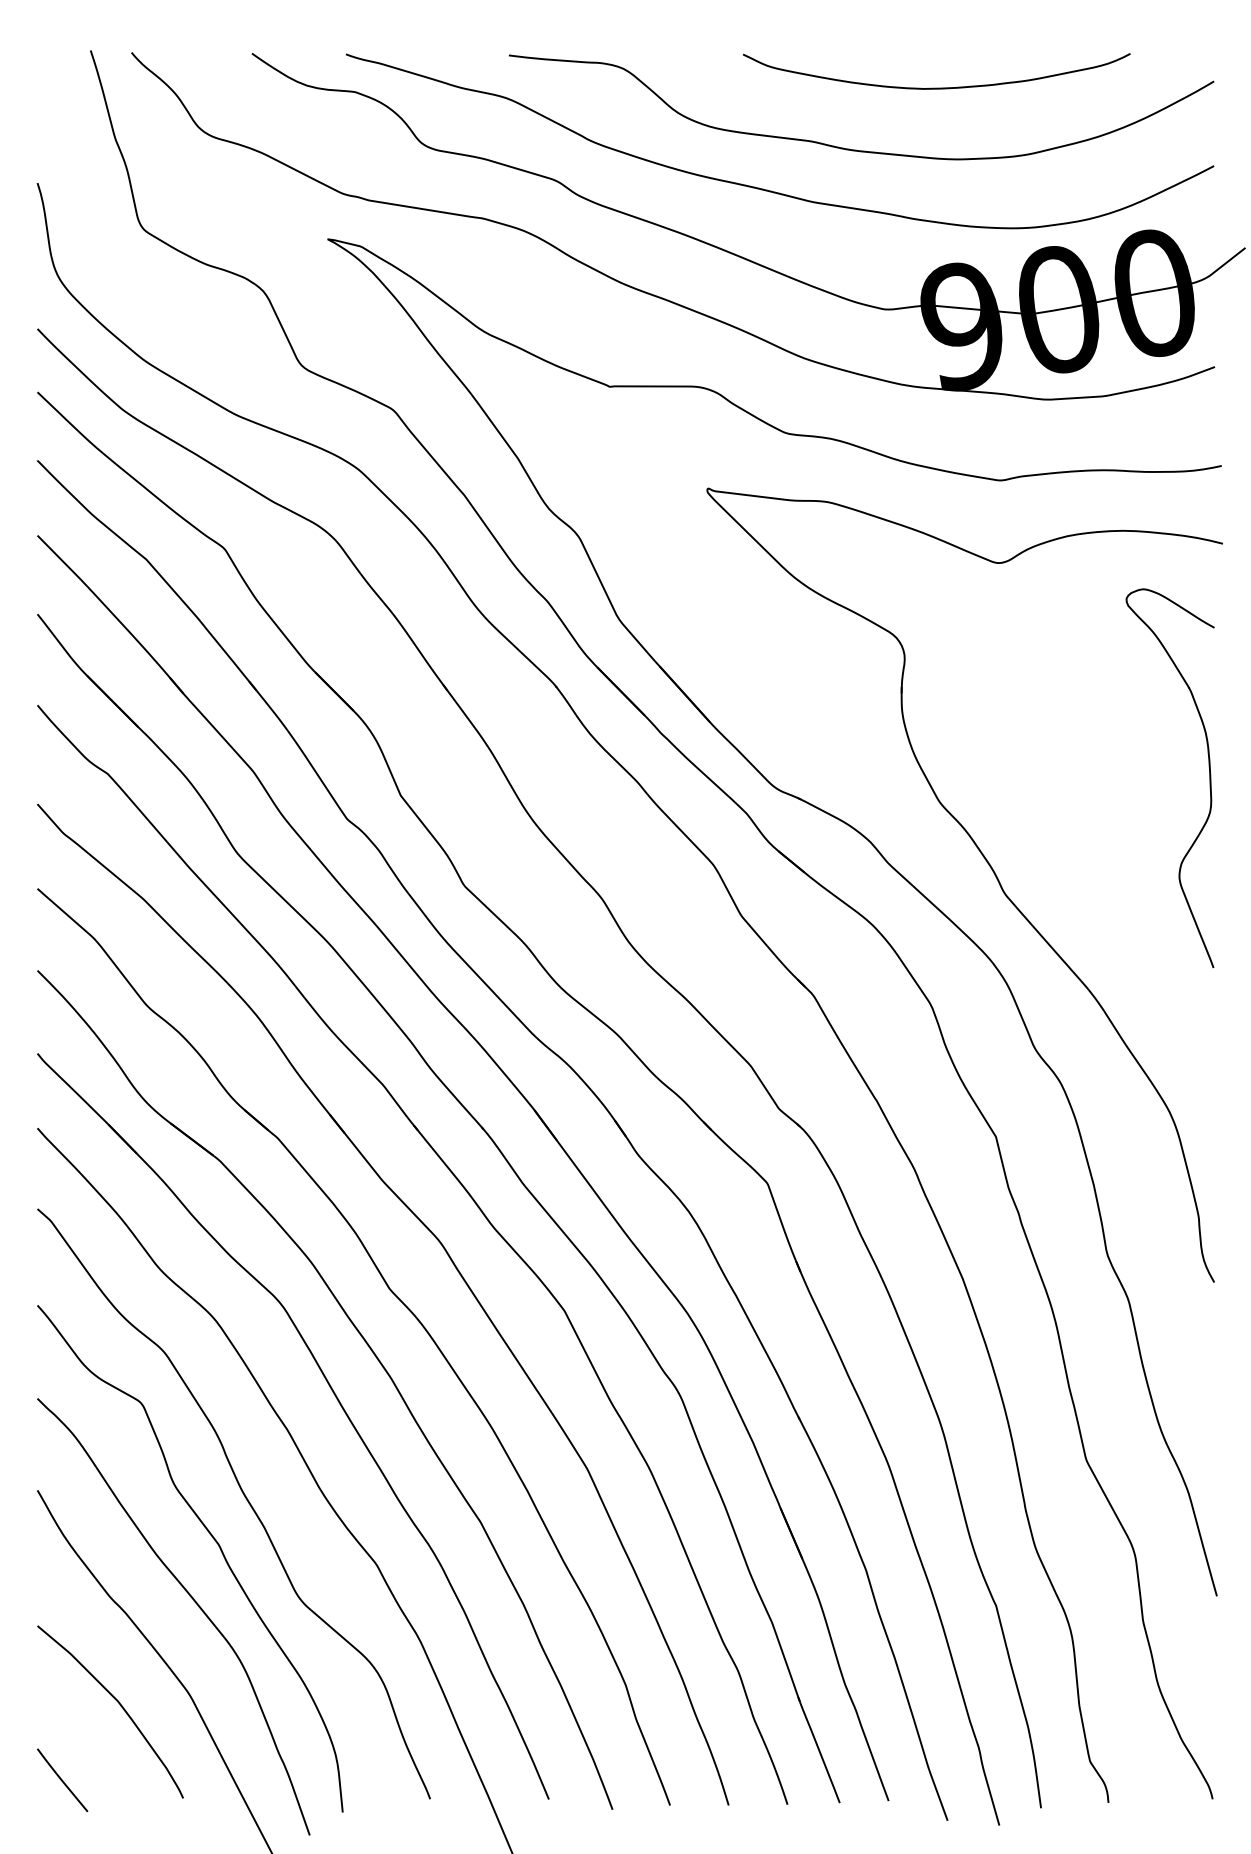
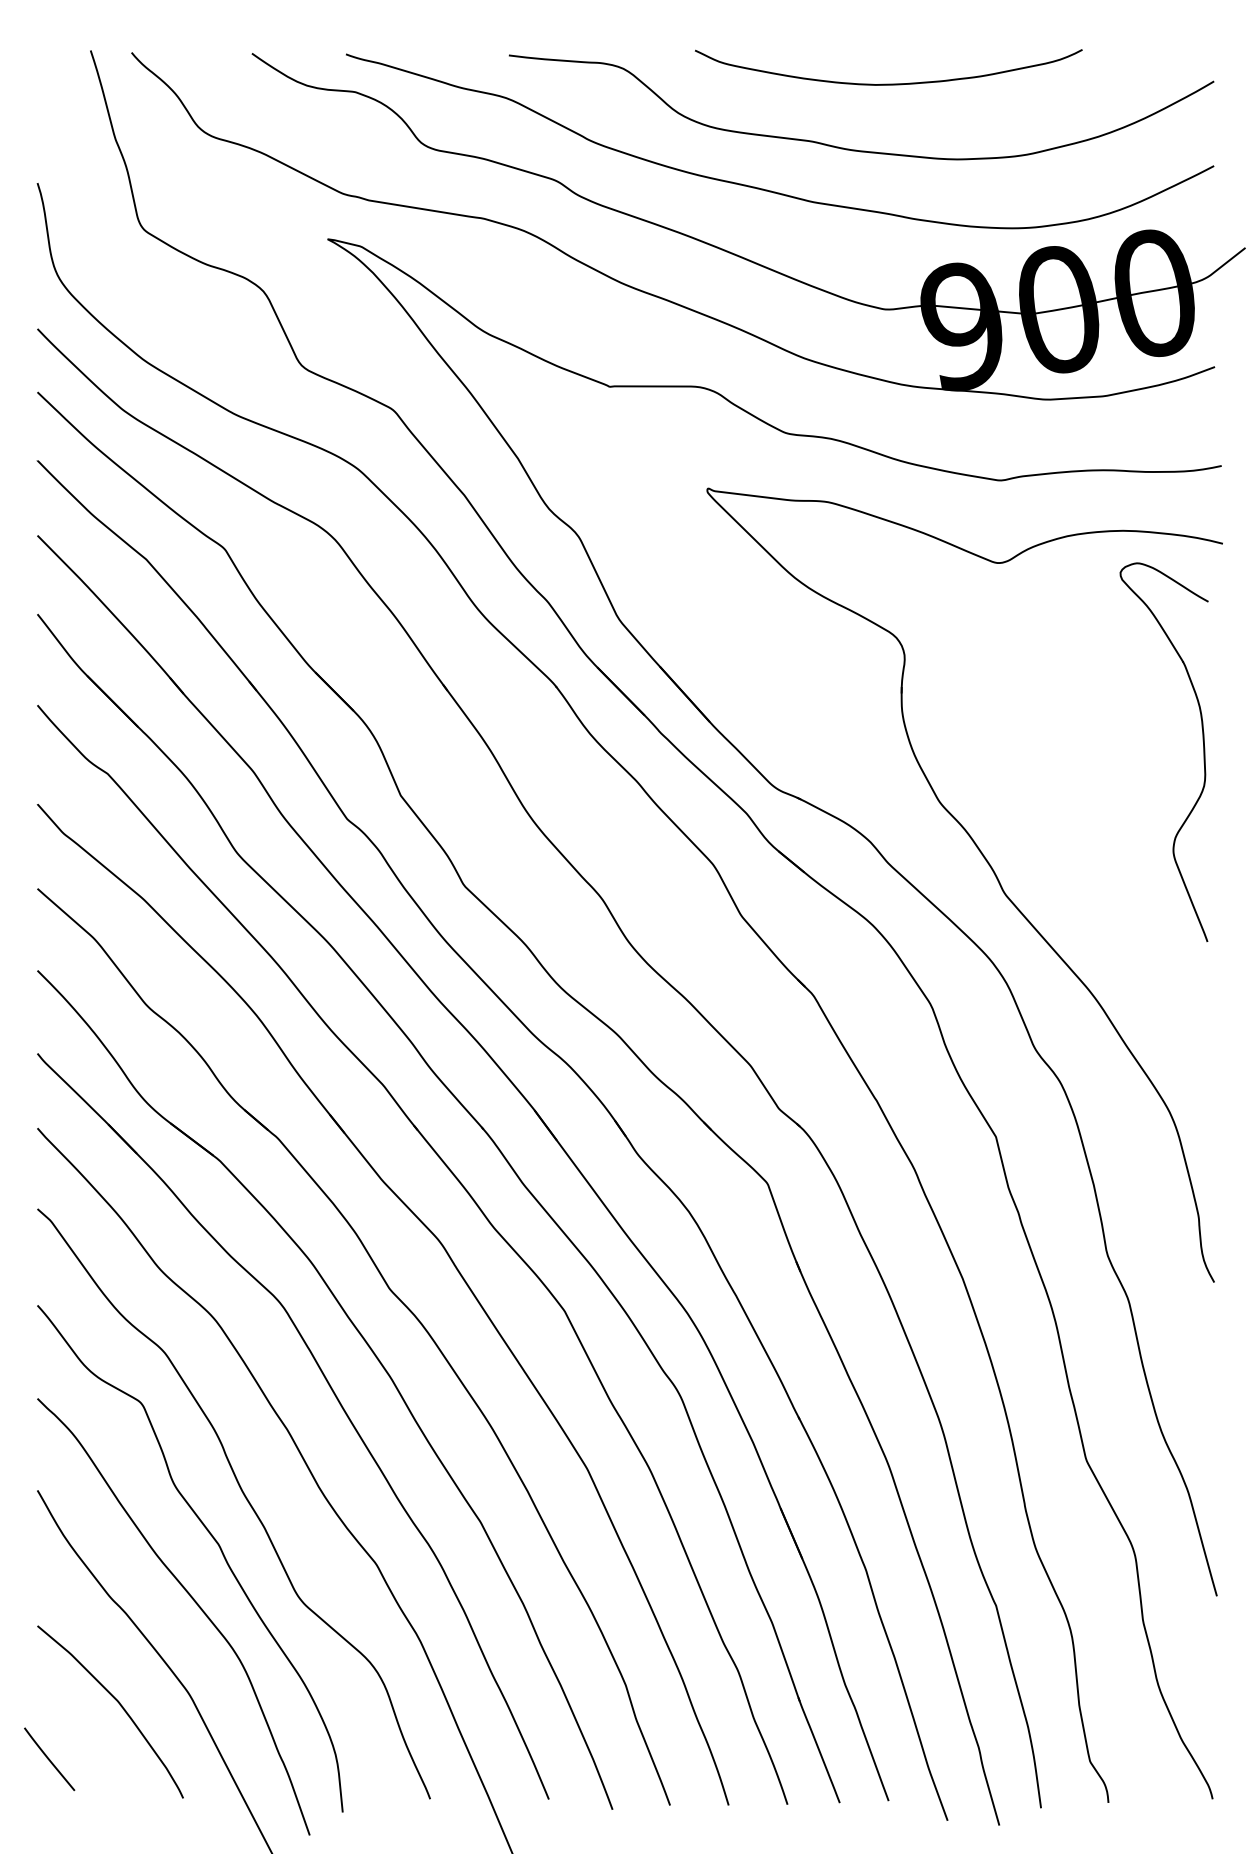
curve at (936, 87) position: (936, 87) -> (888, 83)
part at (1209, 777) position: (1209, 777) -> (1203, 751)
line at (62, 1780) position: (62, 1780) -> (49, 1759)
